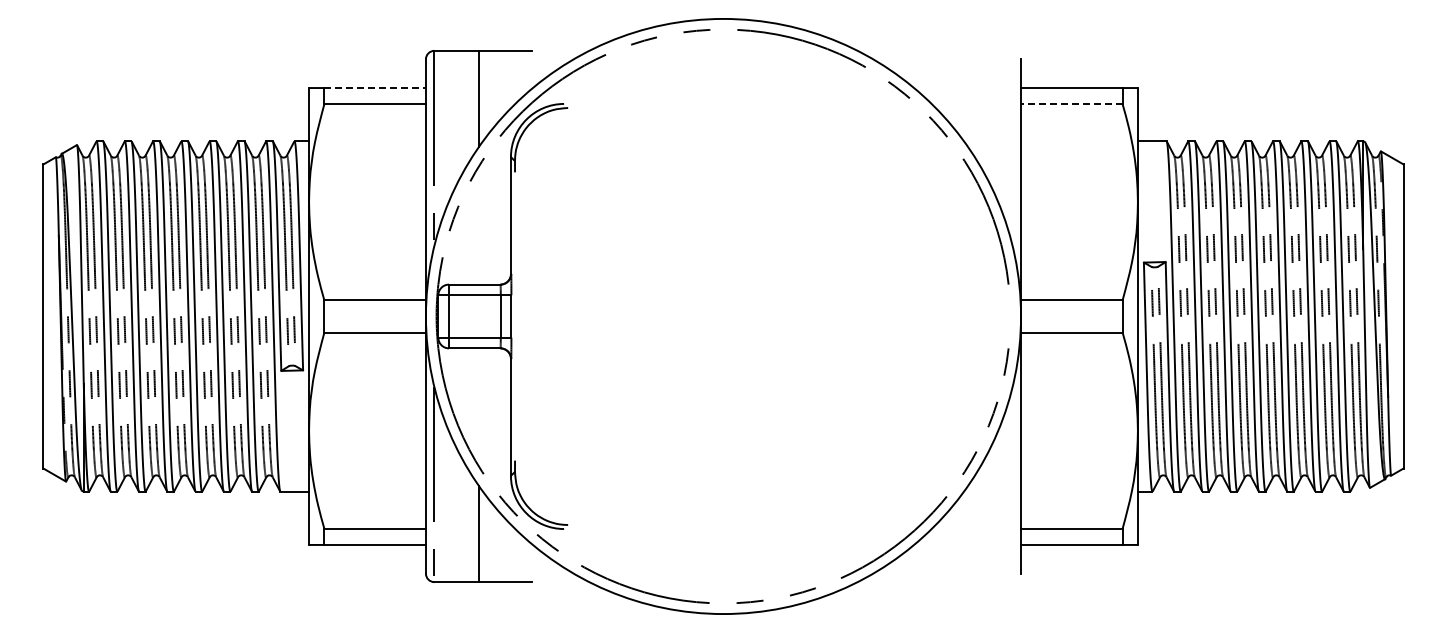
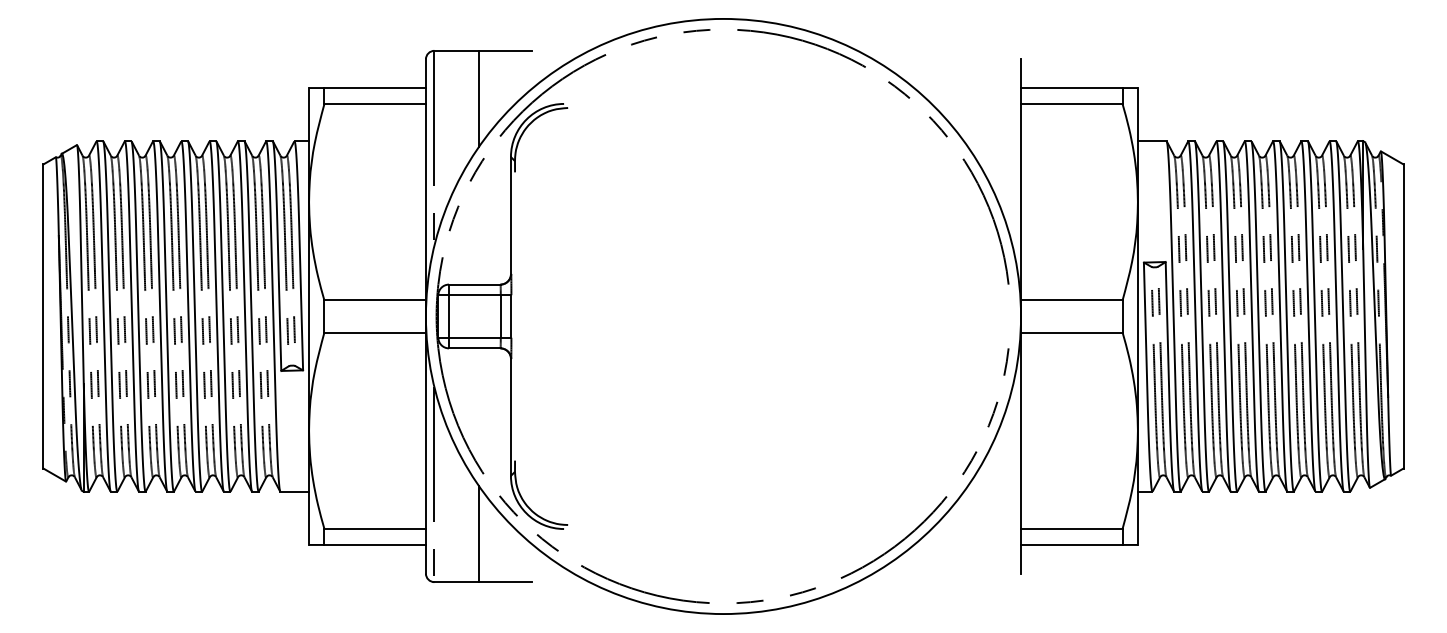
line at (375, 88): dashed -> solid
line at (1071, 104): dashed -> solid
